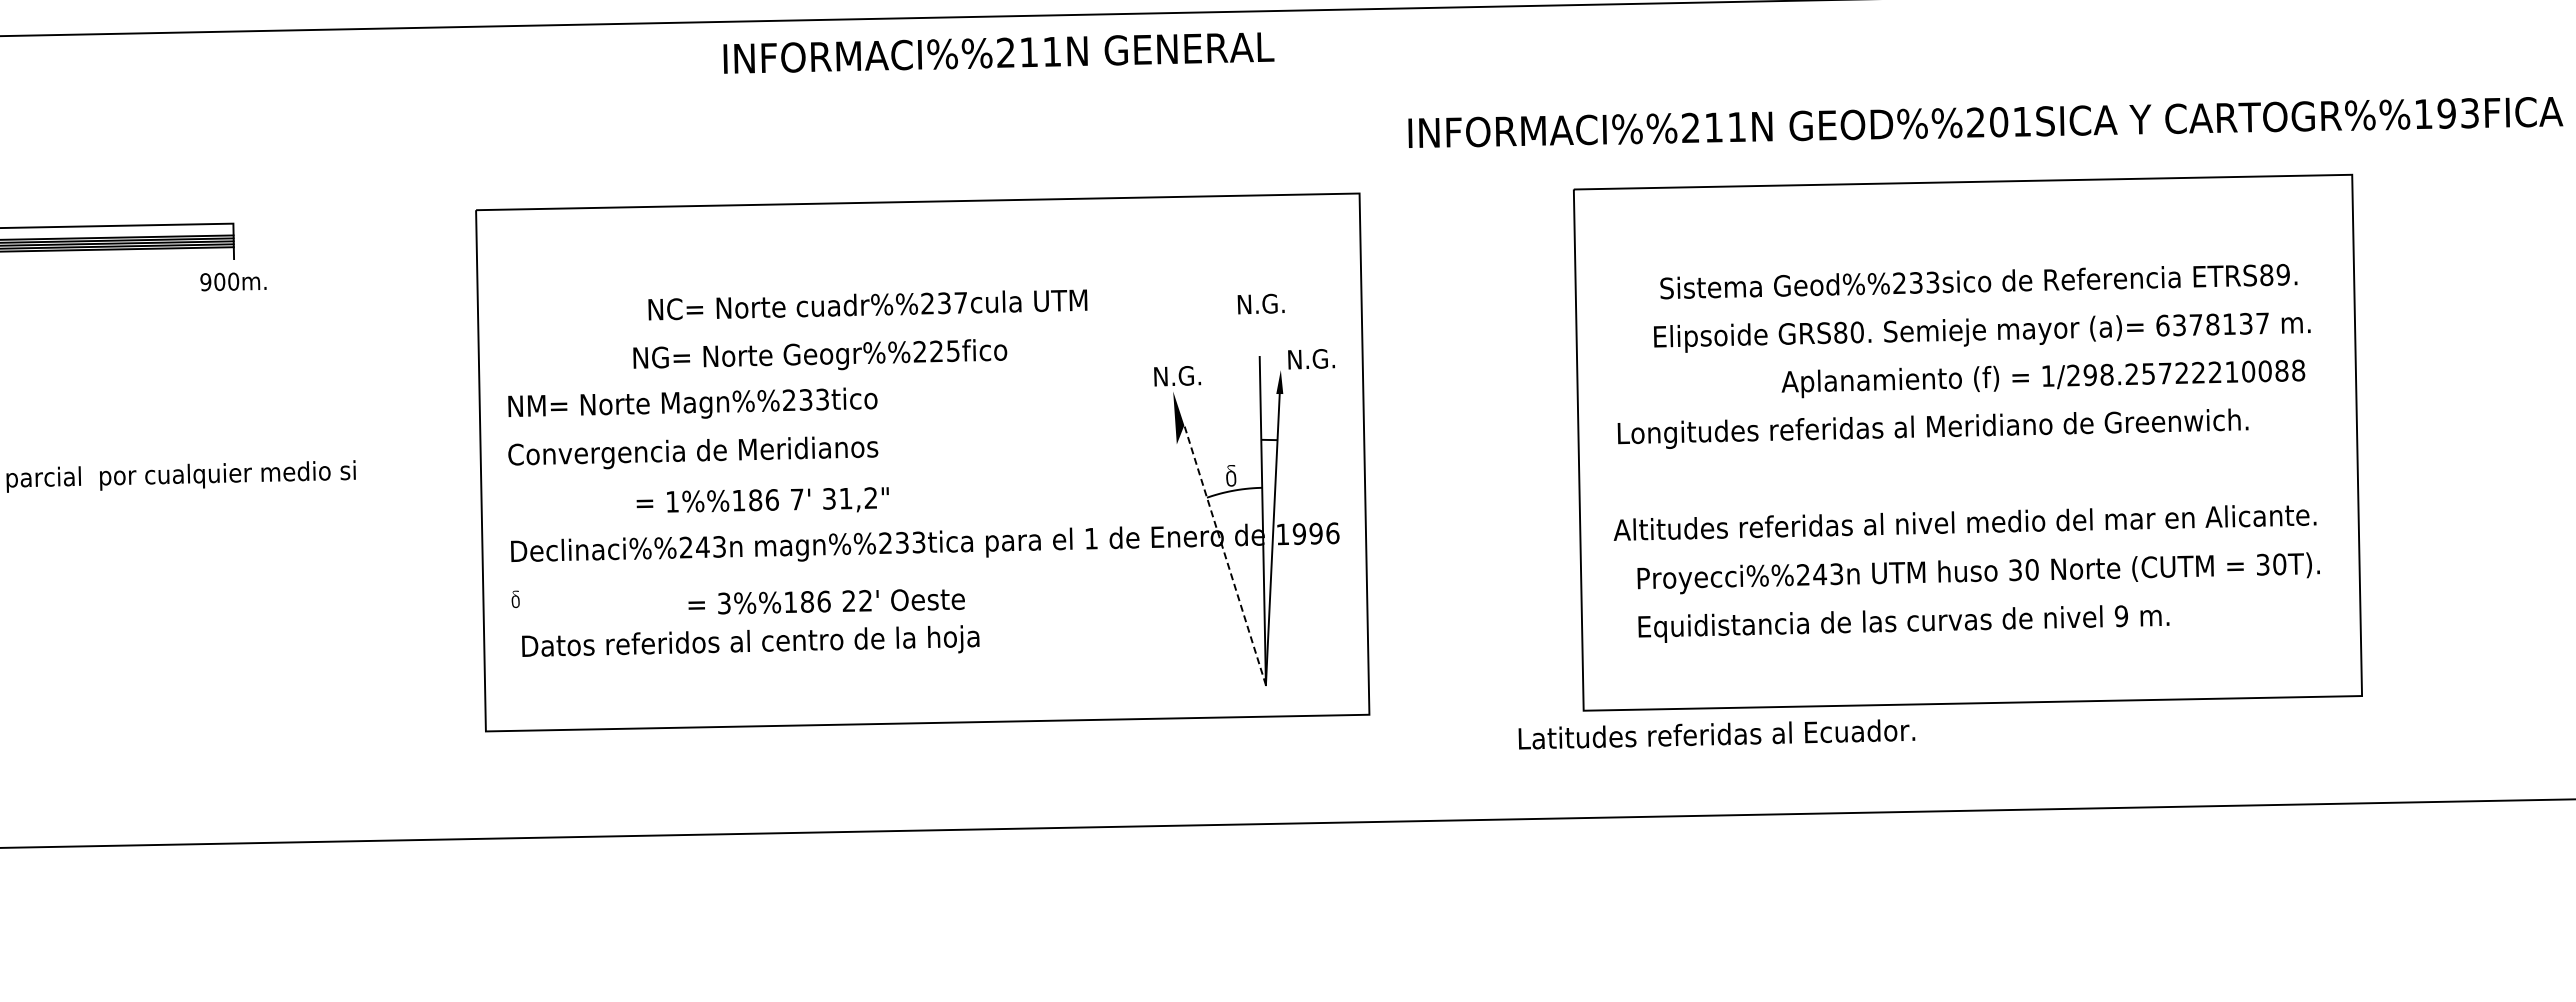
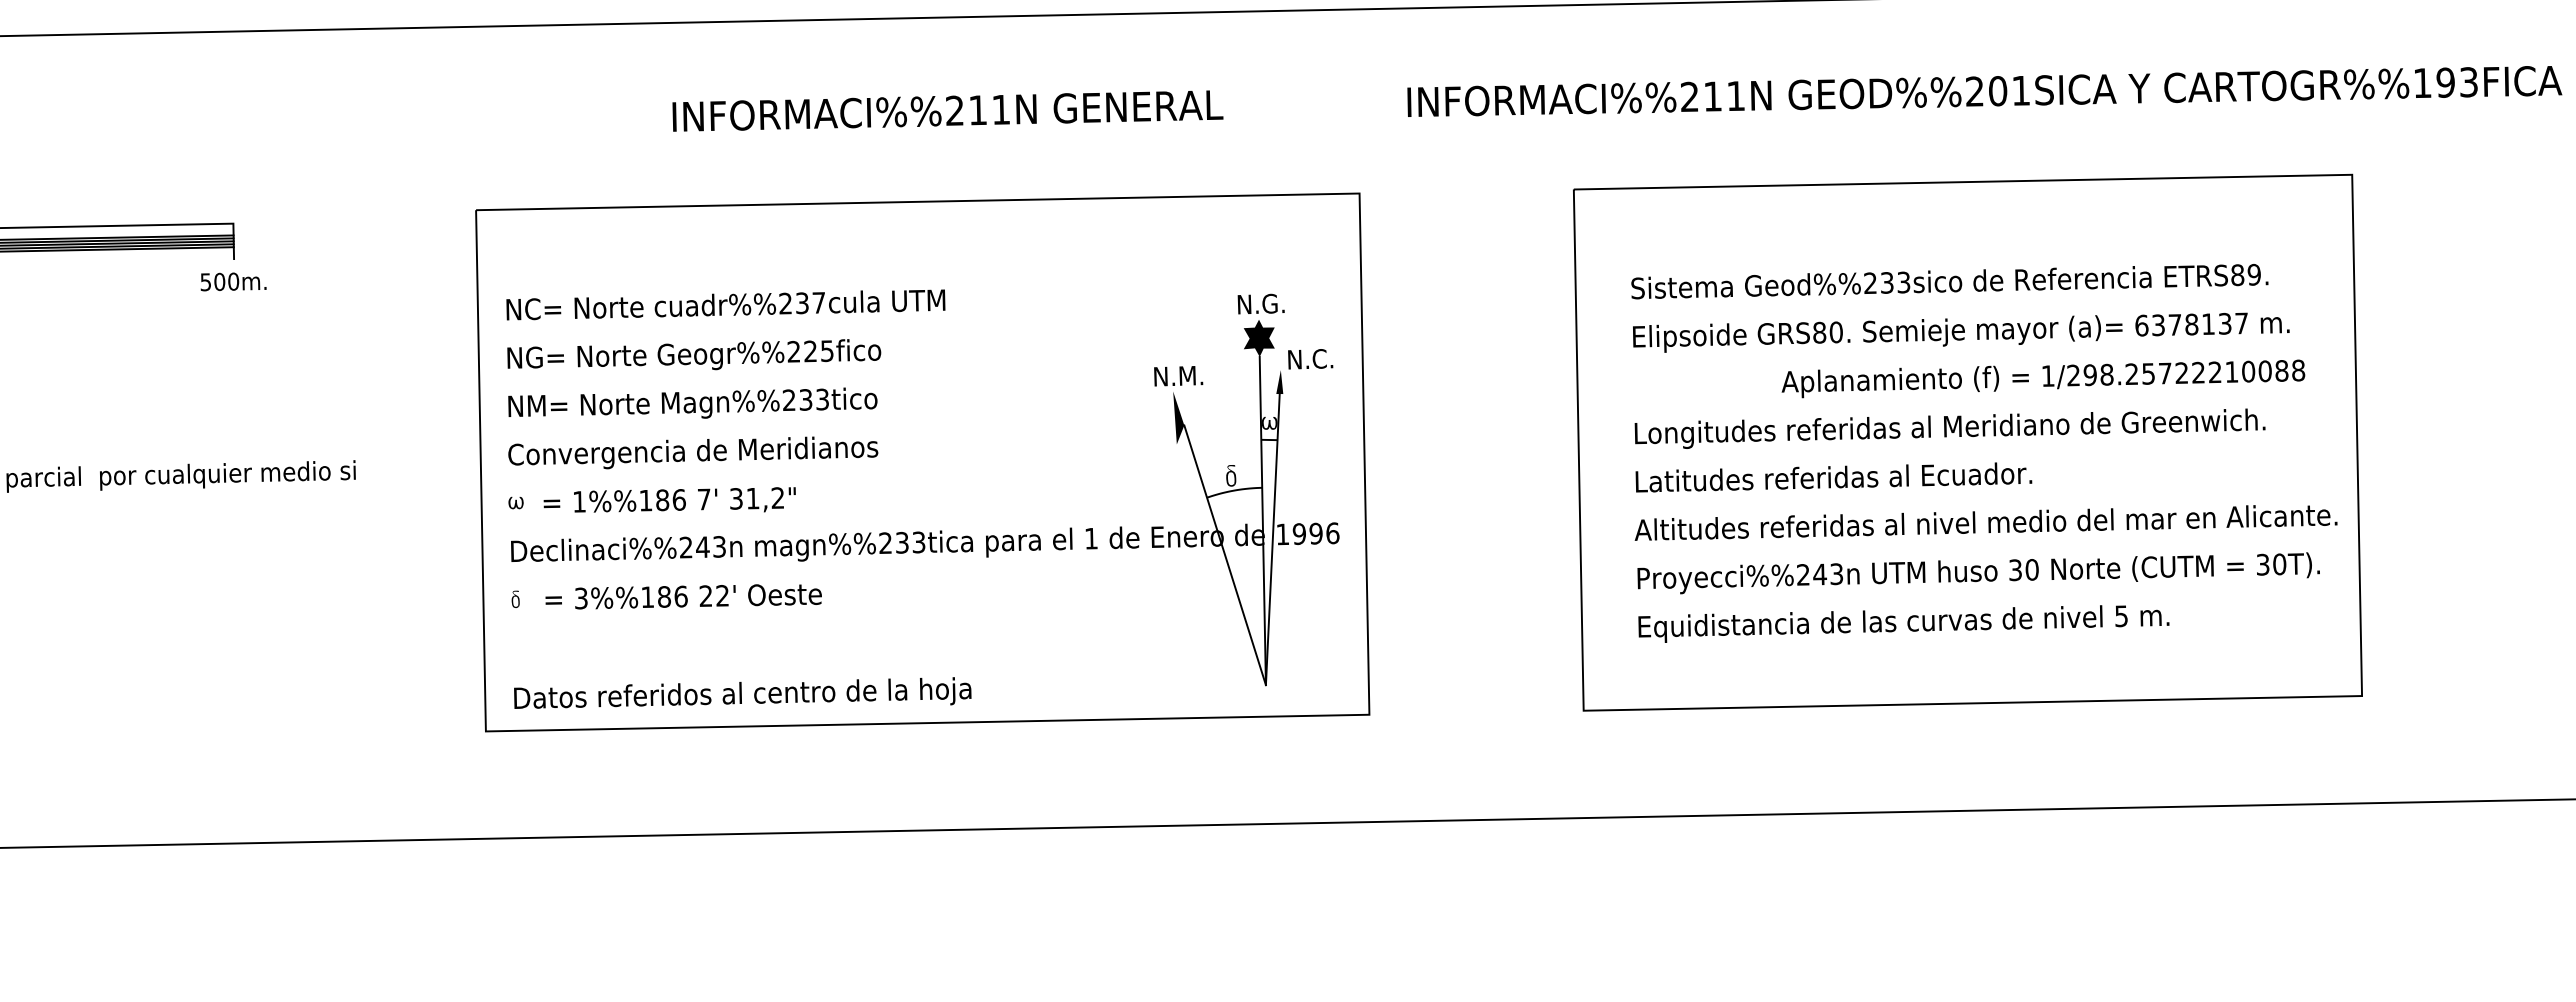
text at (998, 52) position: (998, 52) -> (947, 110)
text at (1985, 122) position: (1985, 122) -> (1984, 91)
text at (205, 281): 900m. -> 500m.
text at (1978, 281) position: (1978, 281) -> (1949, 281)
text at (867, 304) position: (867, 304) -> (725, 304)
text at (1982, 332) position: (1982, 332) -> (1961, 332)
fill at (1258, 337): none -> present
text at (820, 354) position: (820, 354) -> (694, 354)
text at (1328, 358): N.G. -> N.C.
text at (1190, 375): N.G. -> N.M.
fill at (1269, 422): none -> present
text at (1932, 428) position: (1932, 428) -> (1949, 428)
text at (762, 499) position: (762, 499) -> (669, 499)
fill at (515, 502): none -> present
text at (1964, 522) position: (1964, 522) -> (1985, 522)
line at (1224, 554): dashed -> solid
text at (826, 601) position: (826, 601) -> (683, 596)
text at (2120, 615): 9 -> 5
text at (750, 640) position: (750, 640) -> (742, 692)
text at (1716, 734) position: (1716, 734) -> (1833, 477)
